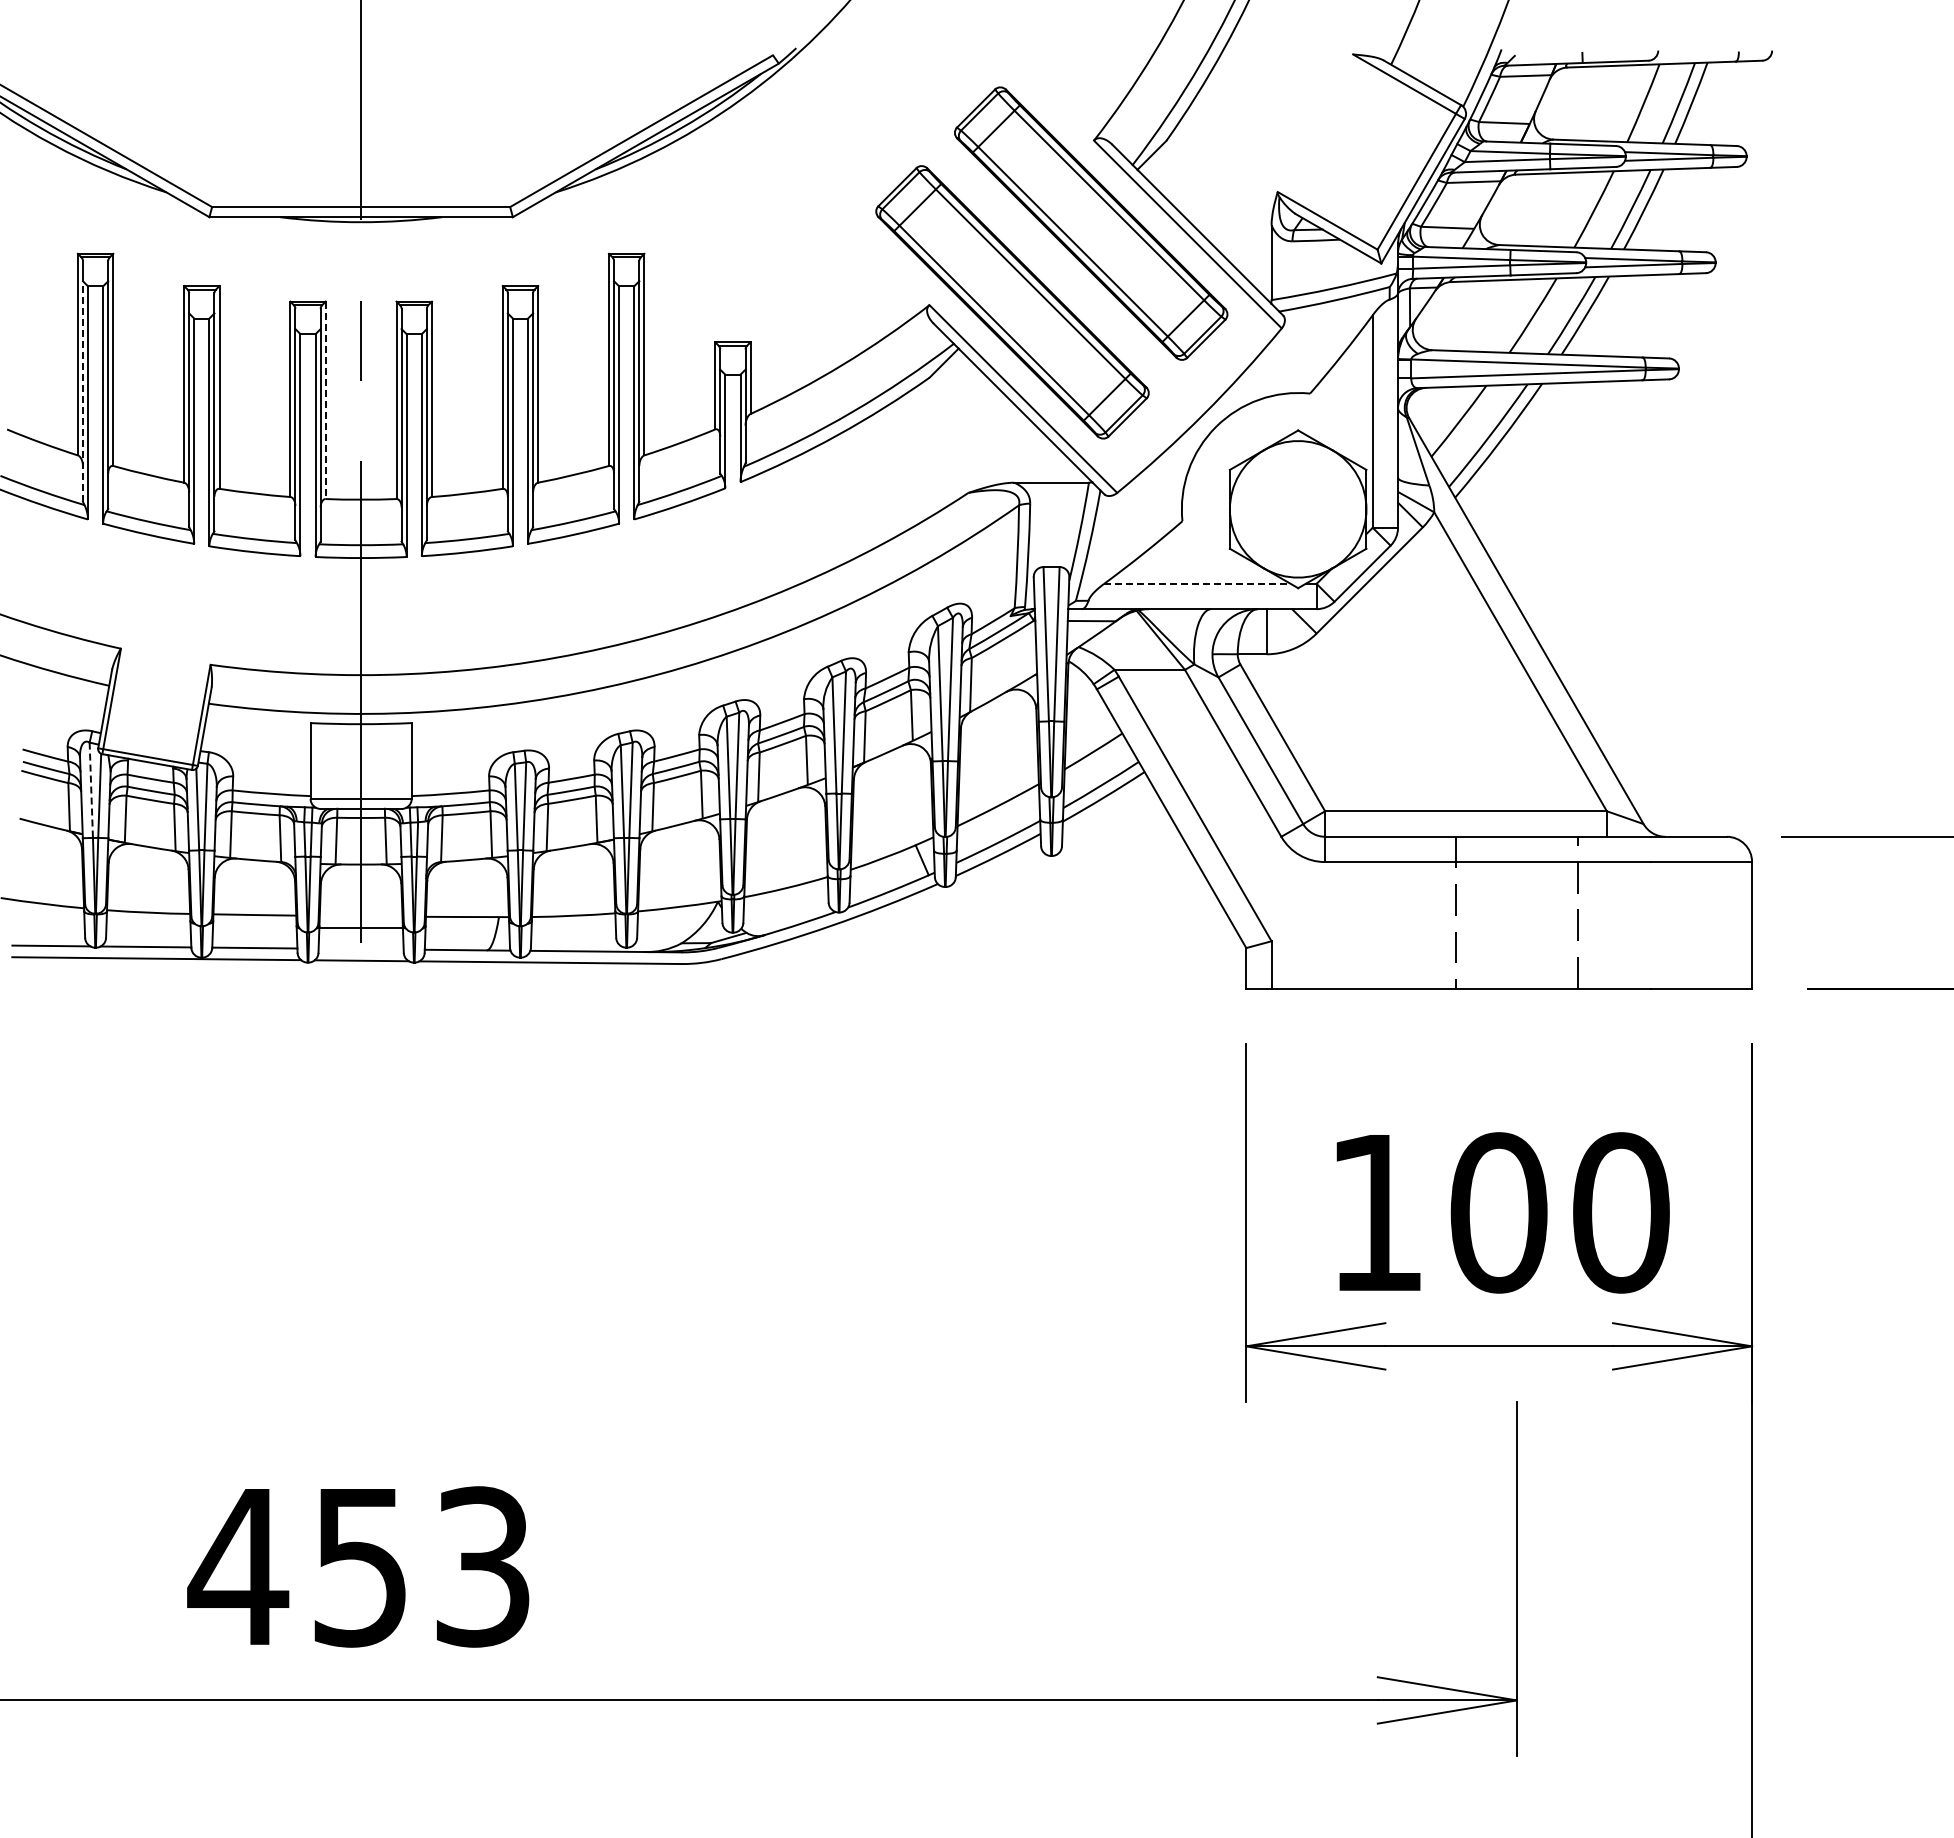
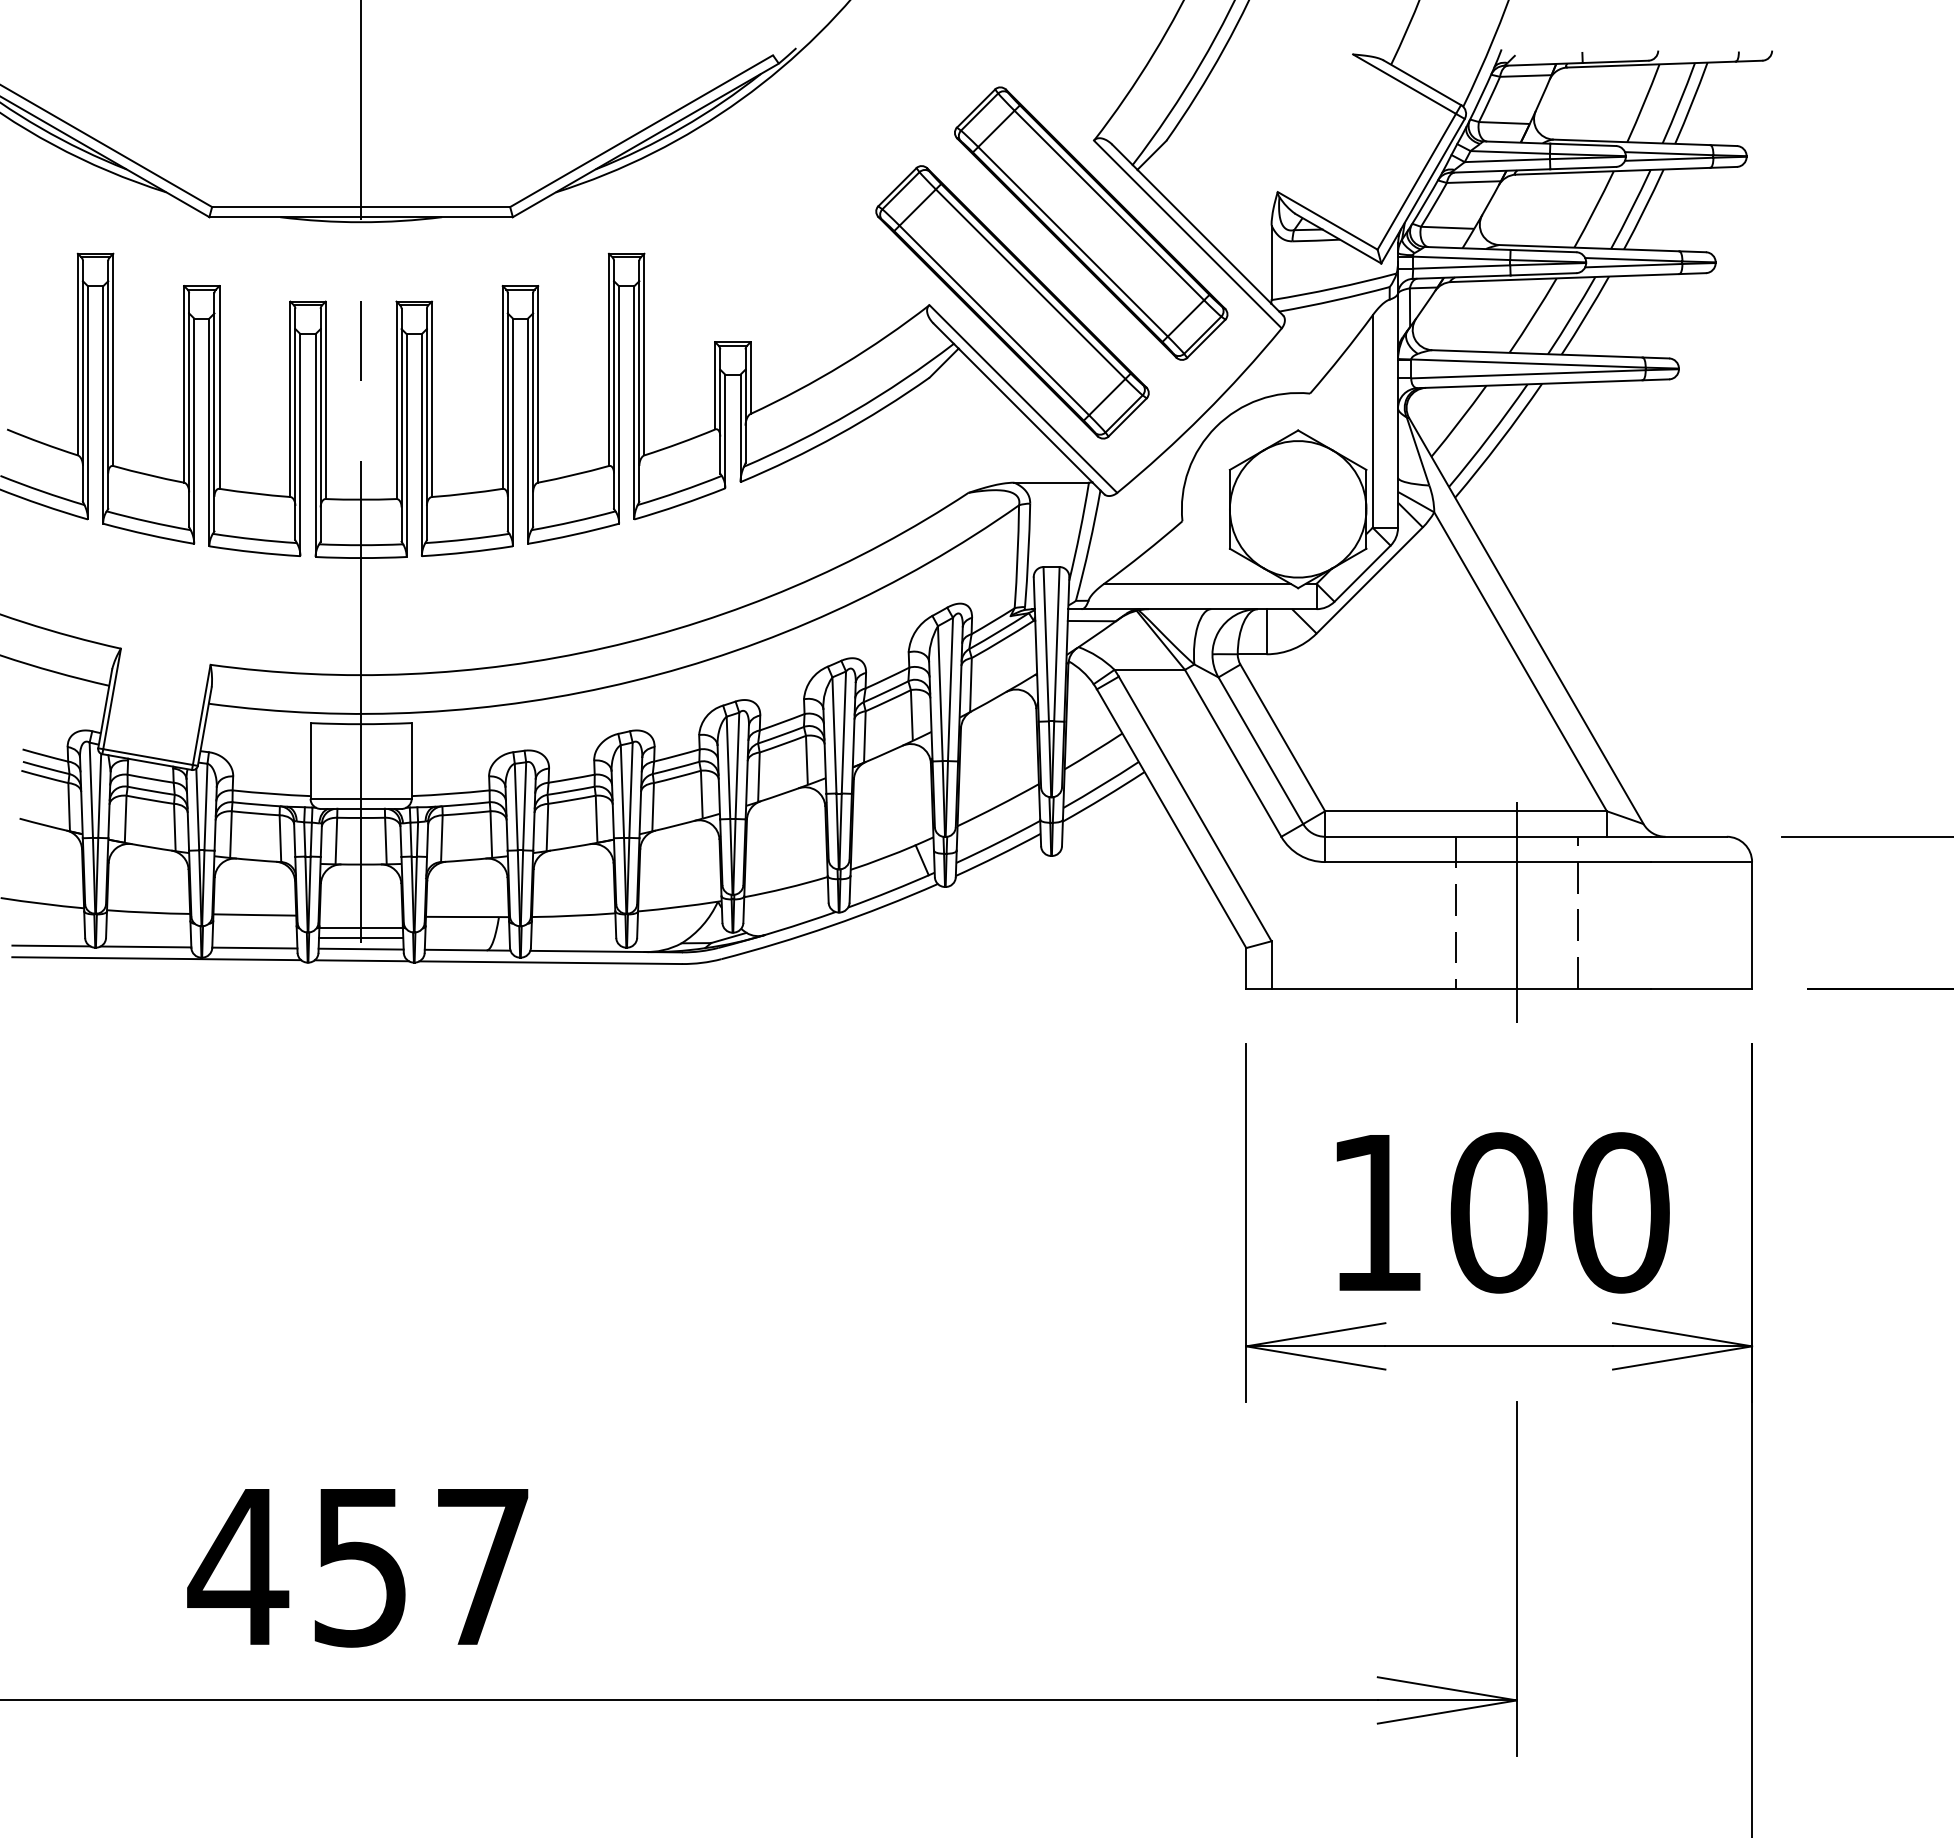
line at (82, 391): dashed -> solid
line at (325, 400): dashed -> solid
line at (1197, 583): dashed -> solid
line at (91, 790): dashed -> solid
line at (1516, 912): none -> present
line at (361, 937): none -> present
line at (360, 948): none -> present
text at (483, 1566): 453 -> 457
